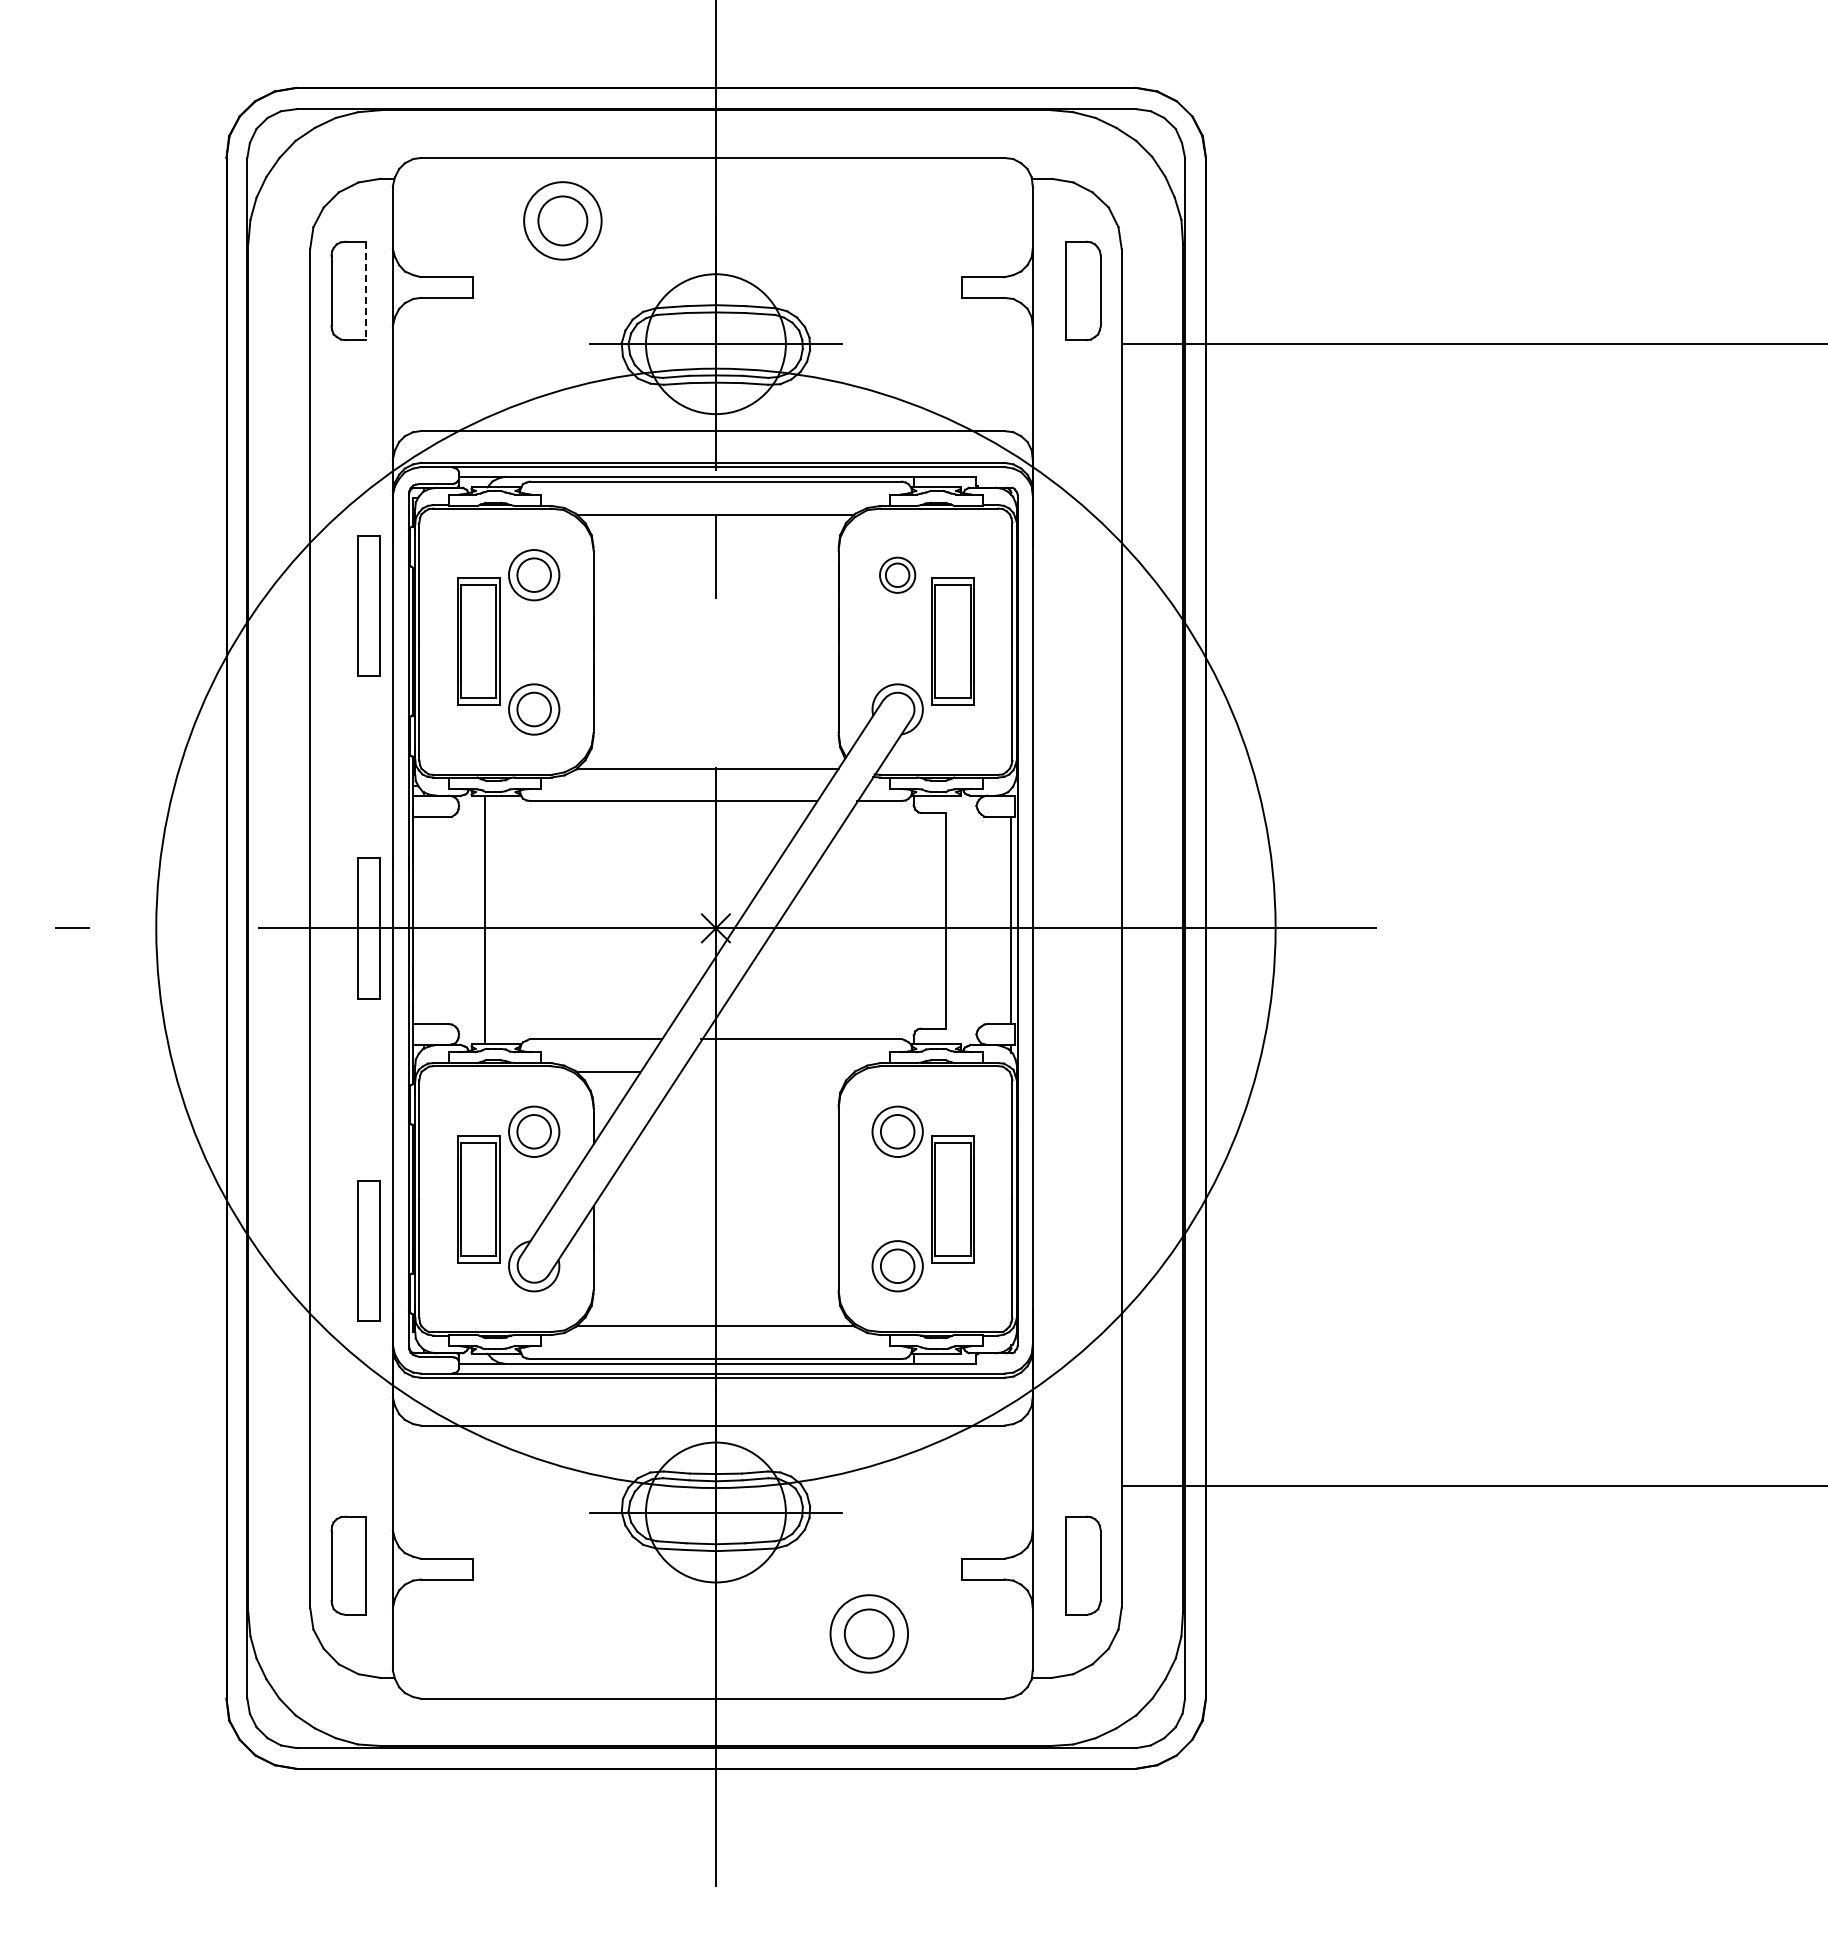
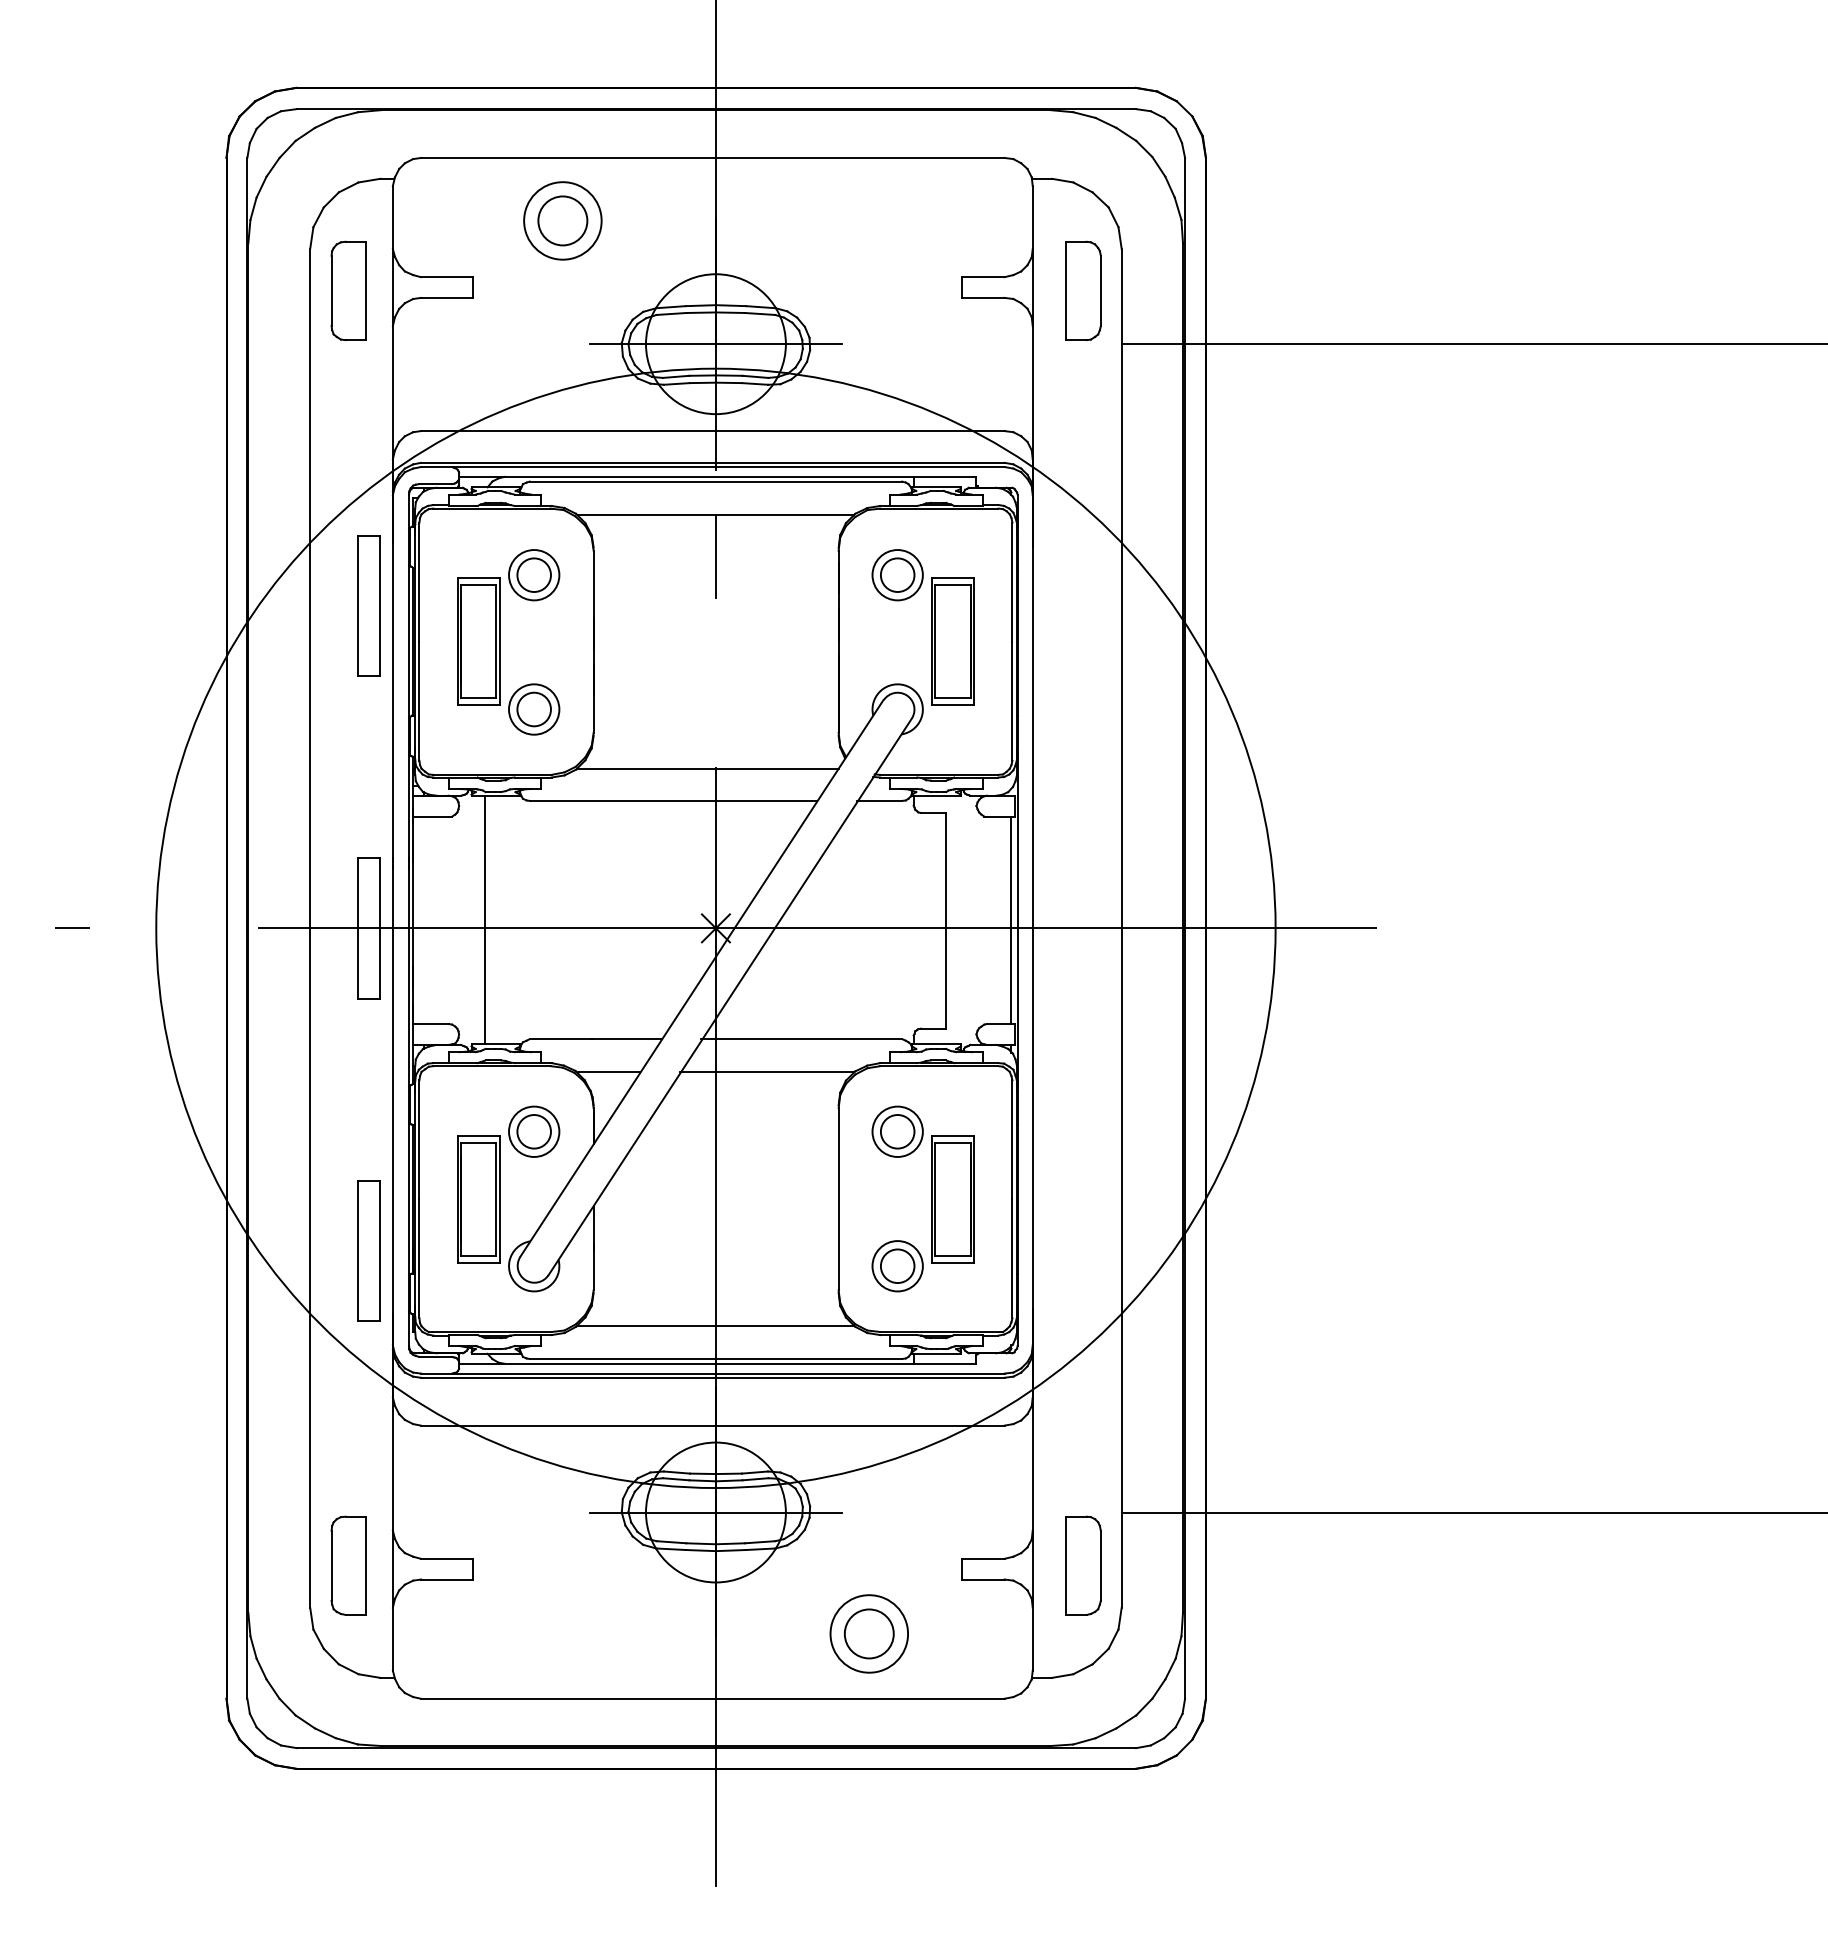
line at (366, 291): dashed -> solid
part at (897, 574) size: 38x38 px -> 53x53 px
line at (766, 1072): none -> present
line at (1472, 1485) position: (1472, 1485) -> (1472, 1512)
